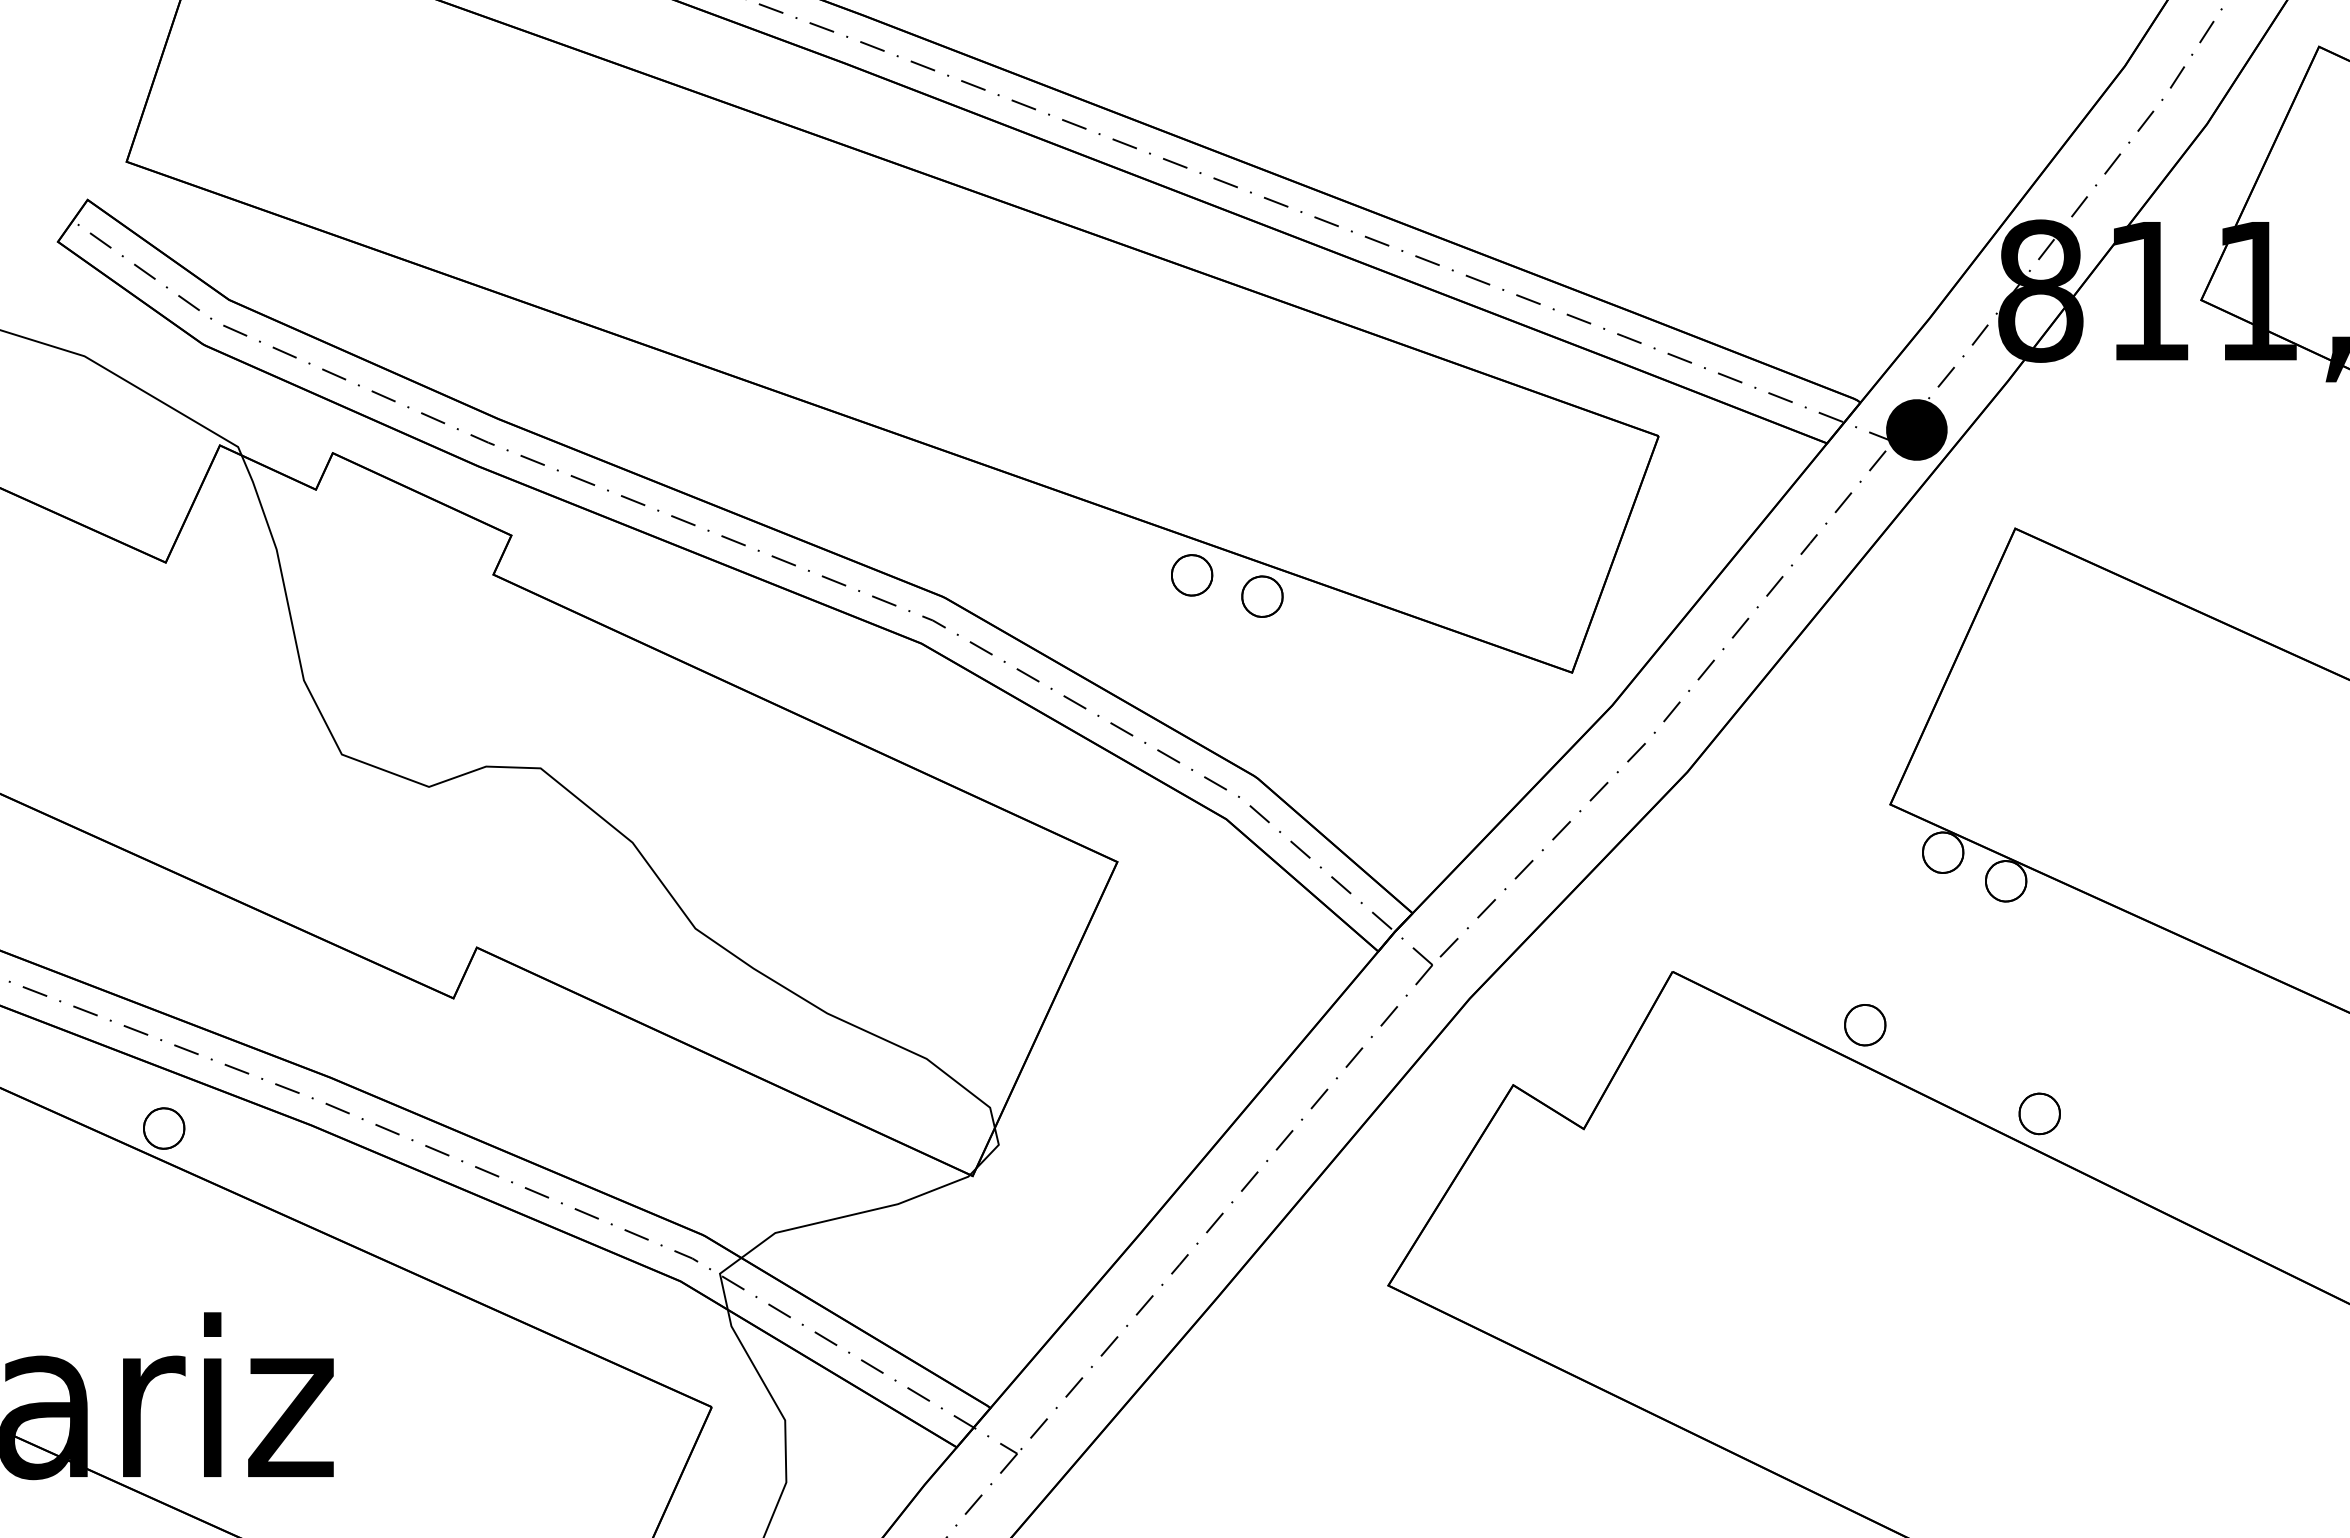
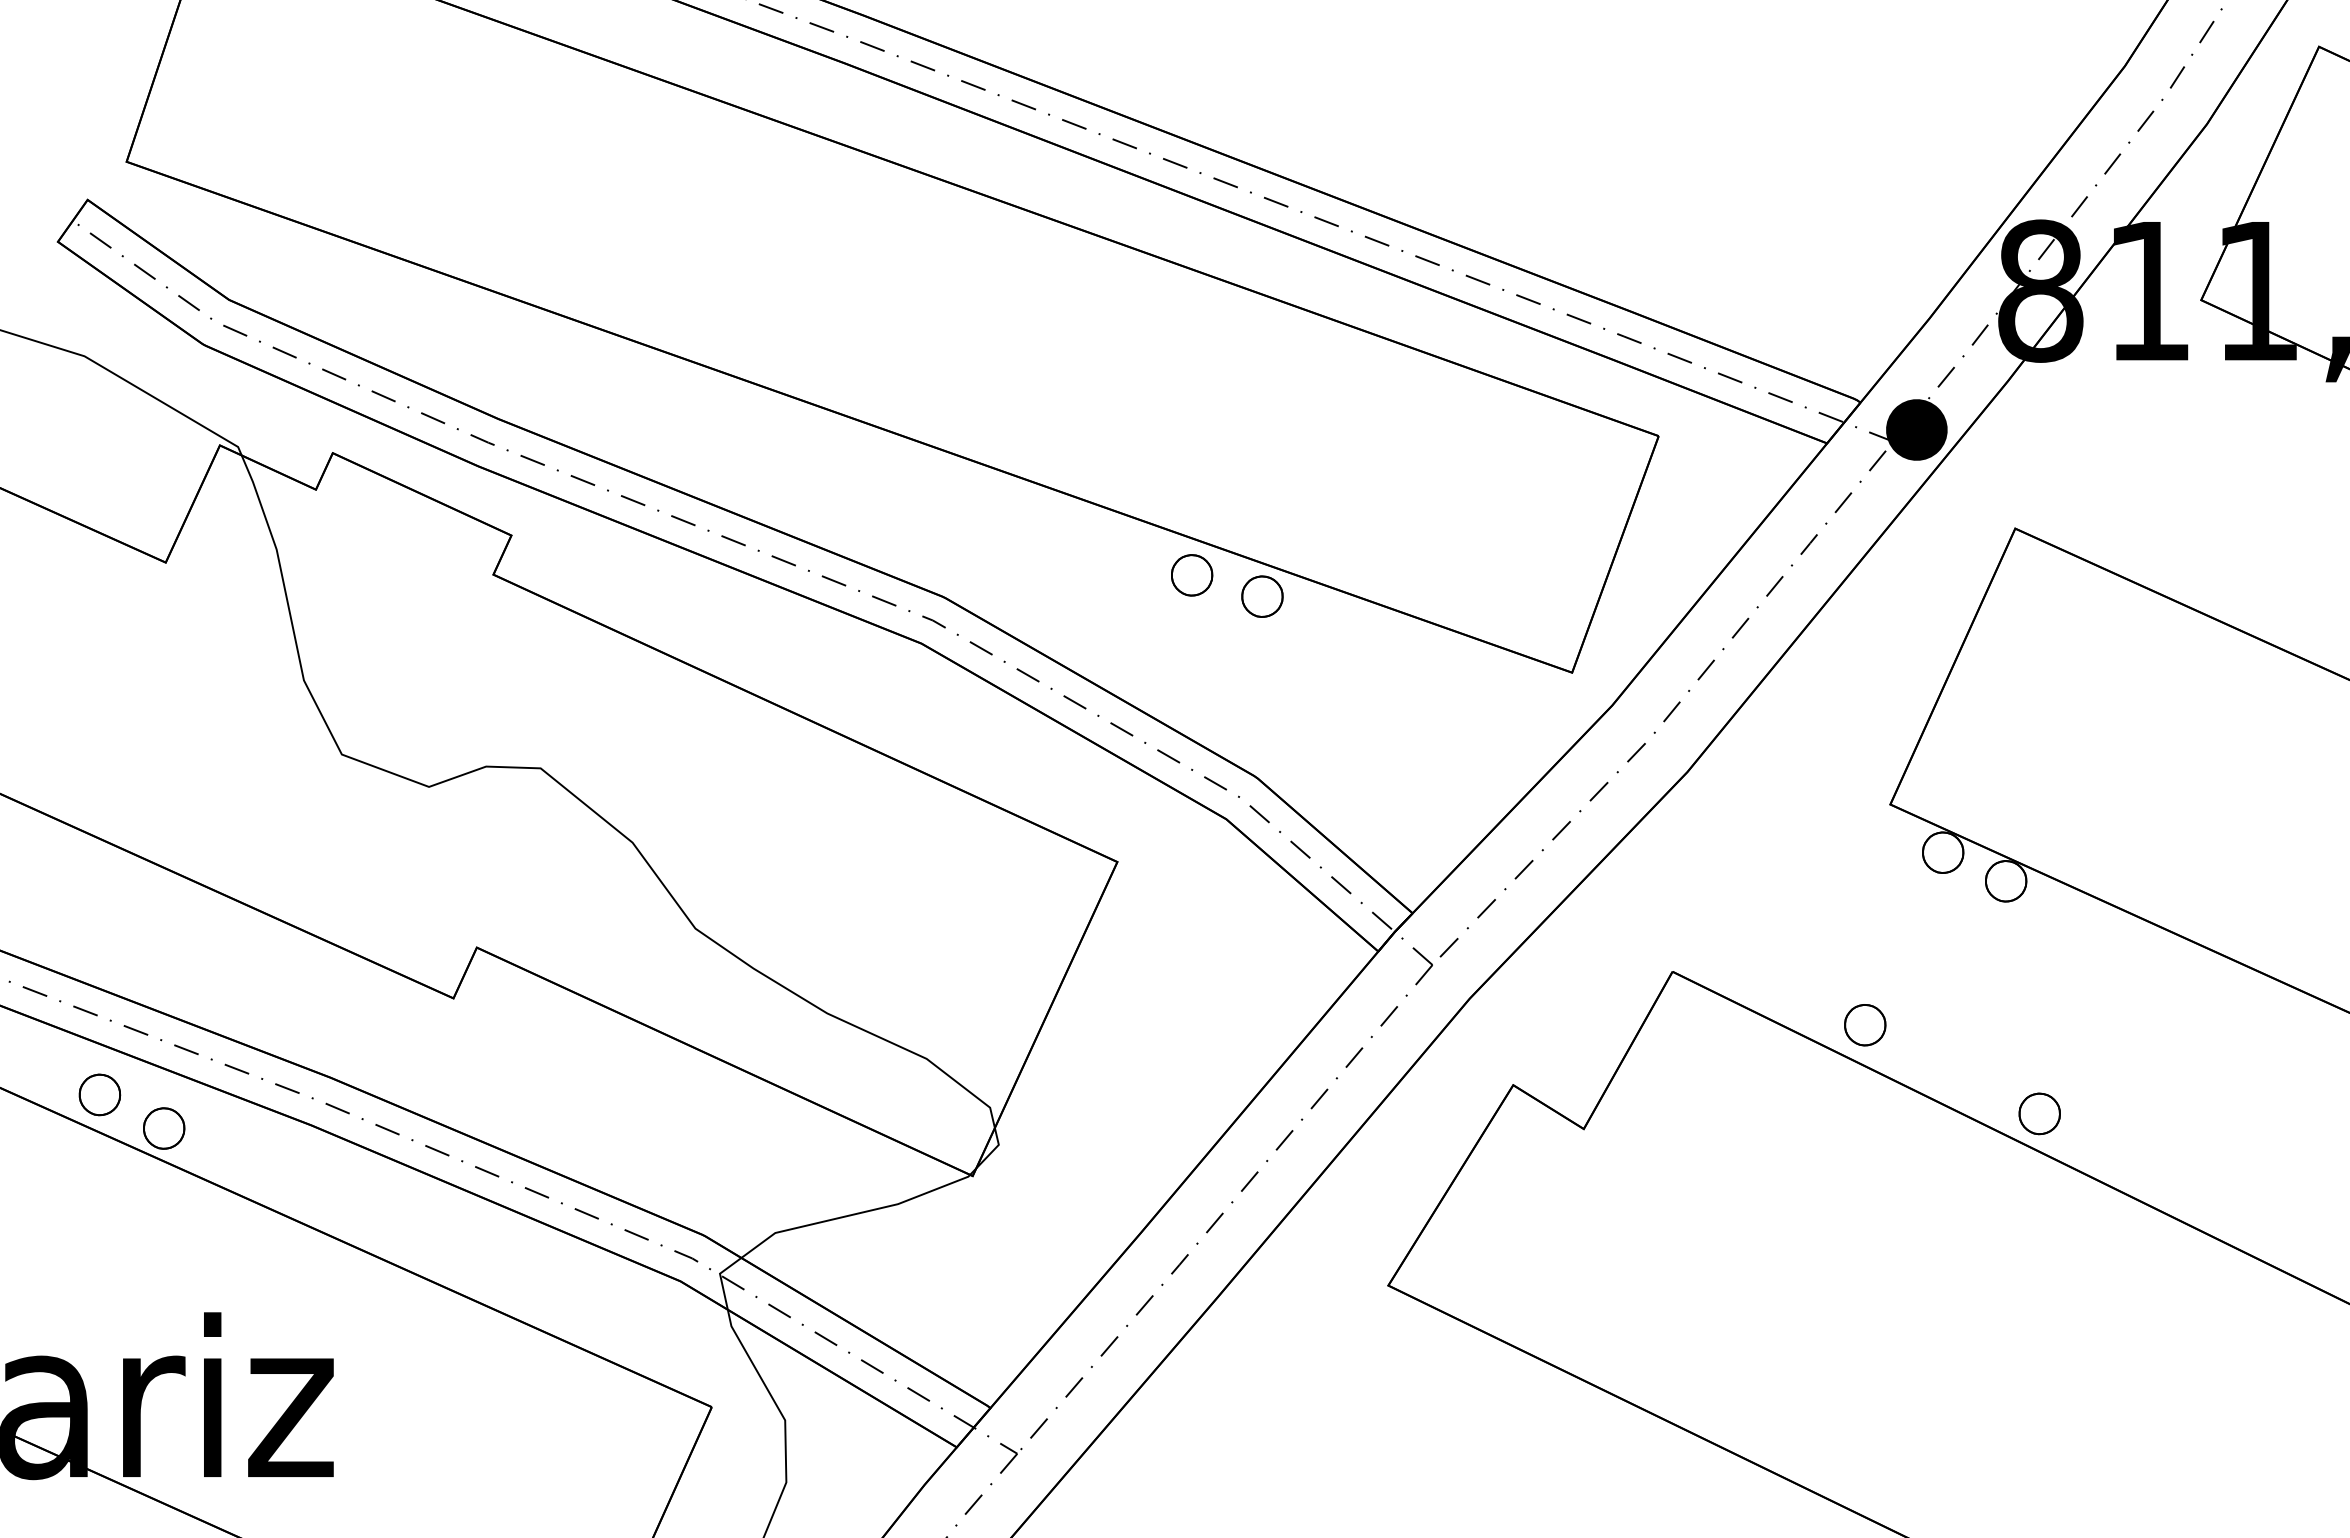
part at (99, 1094): none -> present
